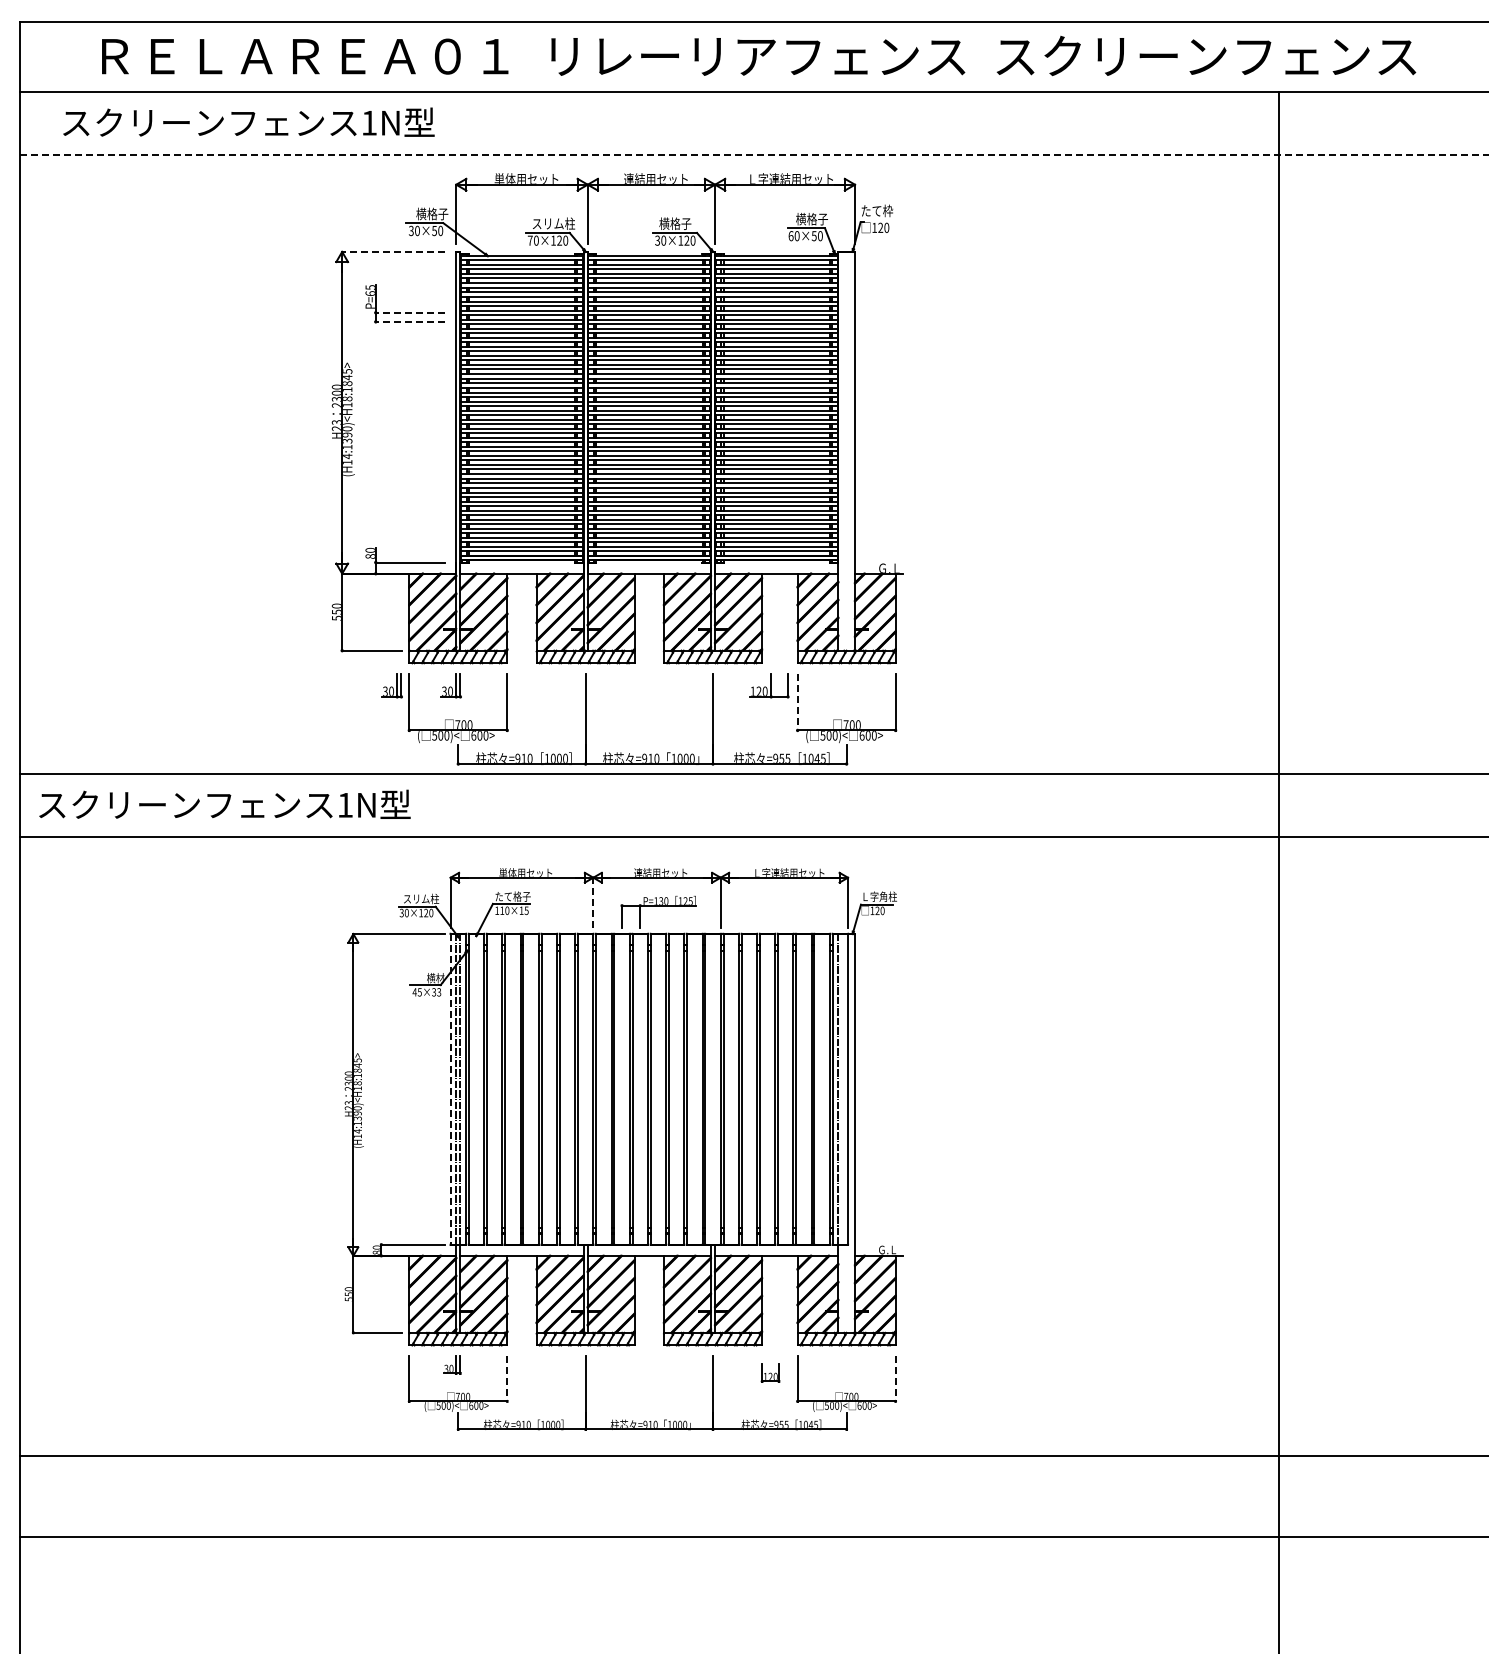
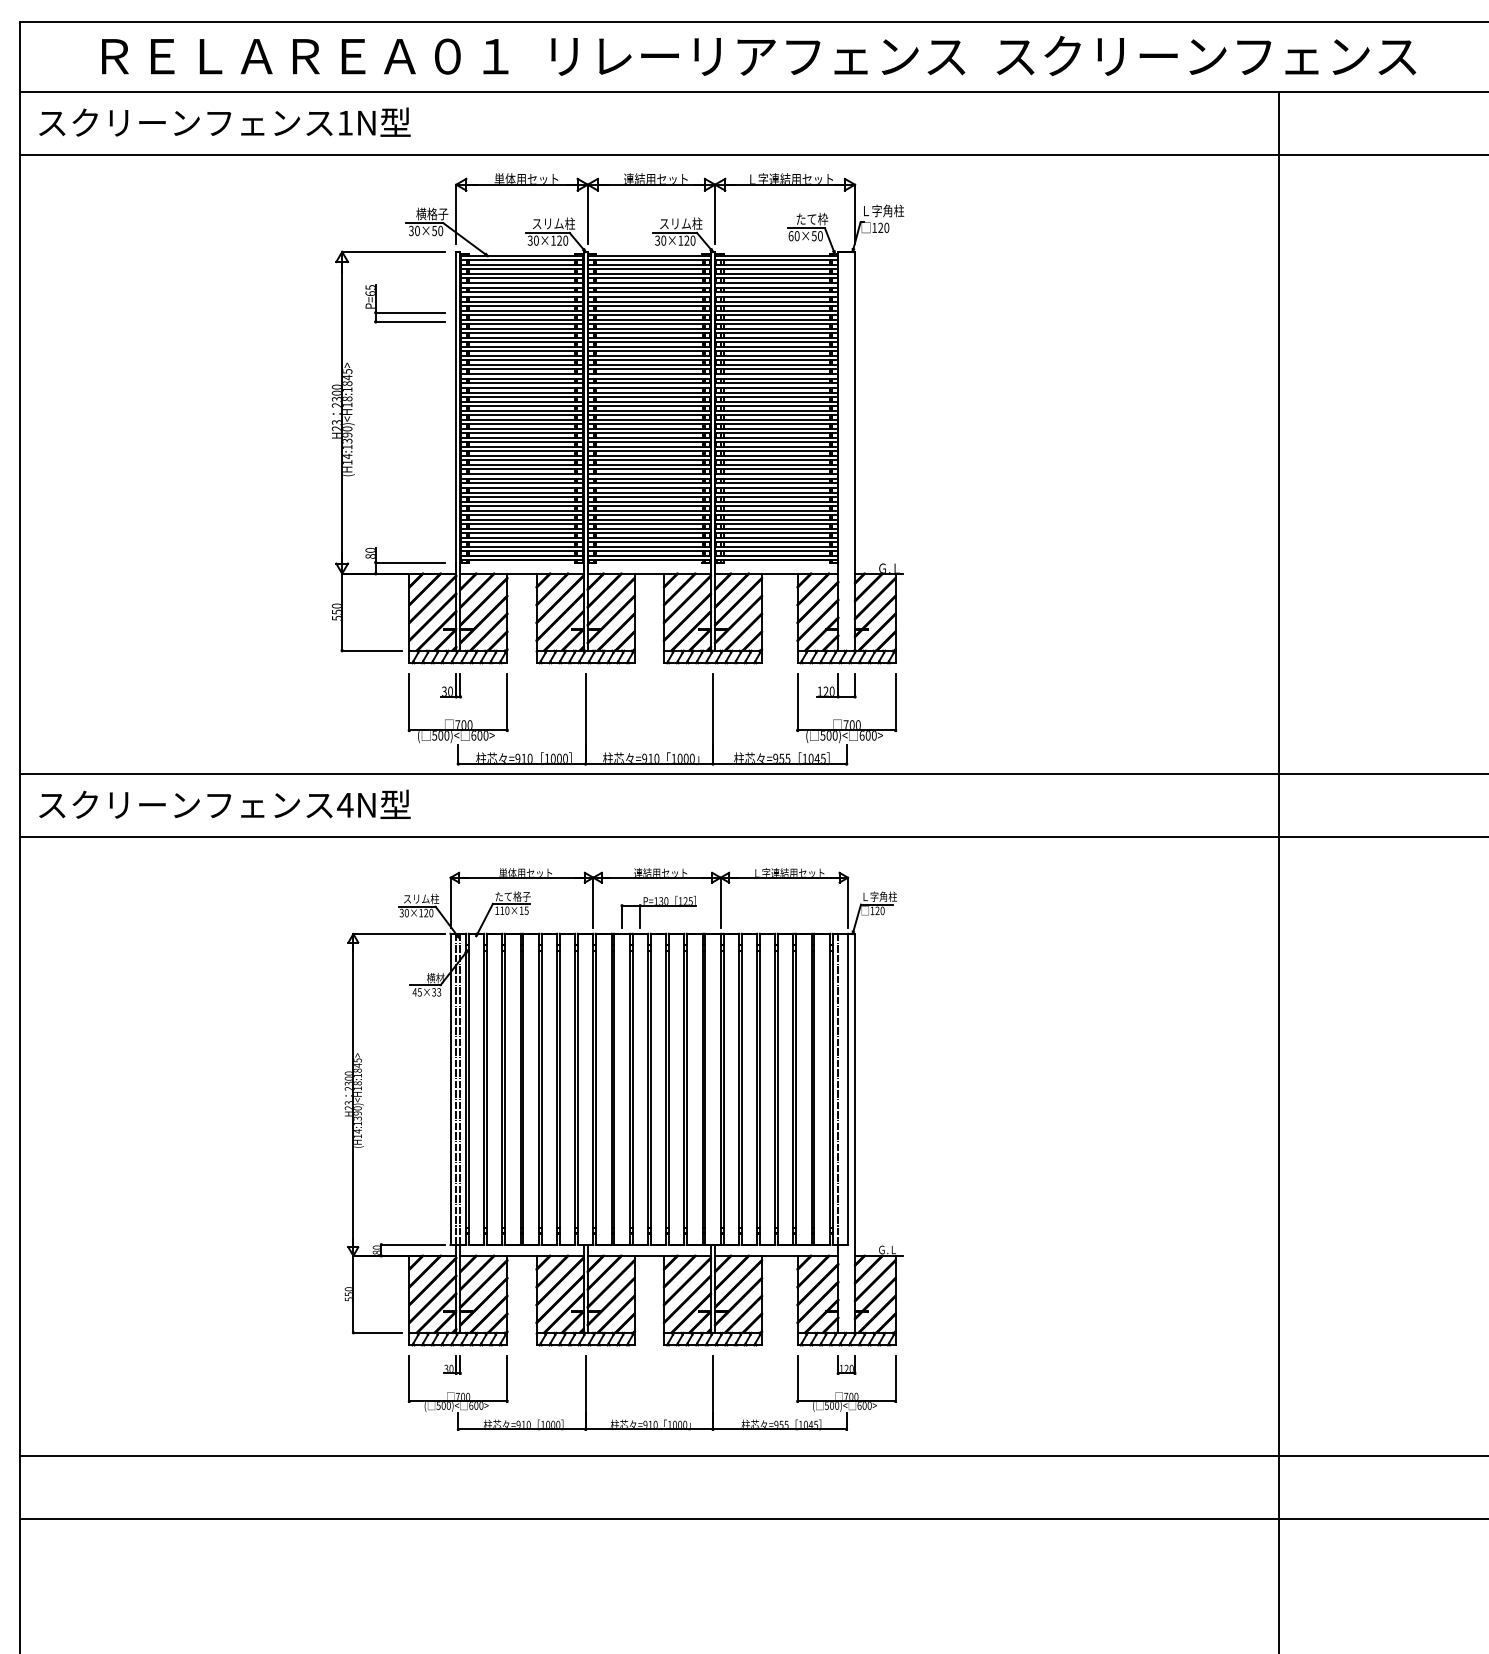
text at (248, 121) position: (248, 121) -> (224, 121)
line at (754, 154): dashed -> solid
text at (882, 210): たて枠 -> Ｌ字角柱
text at (812, 218): 横格子 -> たて枠
text at (680, 223): 横格子 -> スリム柱
text at (529, 240): 70×120 -> 30×120
line at (392, 251): dashed -> solid
line at (410, 312): dashed -> solid
line at (410, 321): dashed -> solid
part at (391, 685): present -> none
part at (769, 685) position: (769, 685) -> (836, 685)
line at (797, 702): dashed -> solid
text at (345, 805): 1N -> 4N
line at (593, 902): dashed -> solid
line at (450, 1089): dashed -> solid
part at (770, 1372) position: (770, 1372) -> (846, 1364)
line at (507, 1378): dashed -> solid
line at (895, 1378): dashed -> solid
line at (752, 1536) position: (752, 1536) -> (752, 1518)
